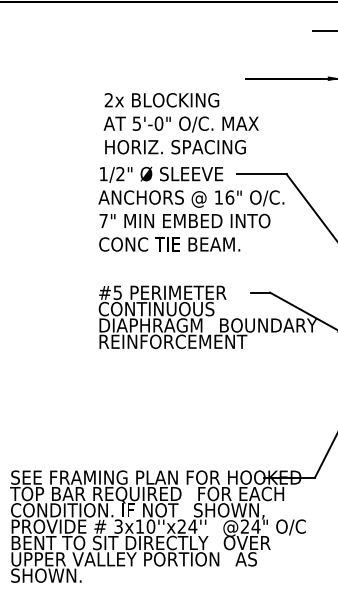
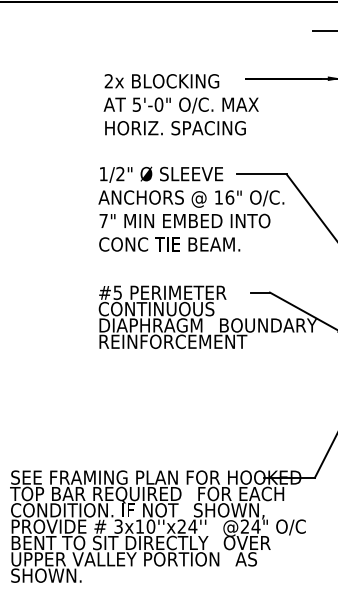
text at (180, 123) position: (180, 123) -> (180, 104)
